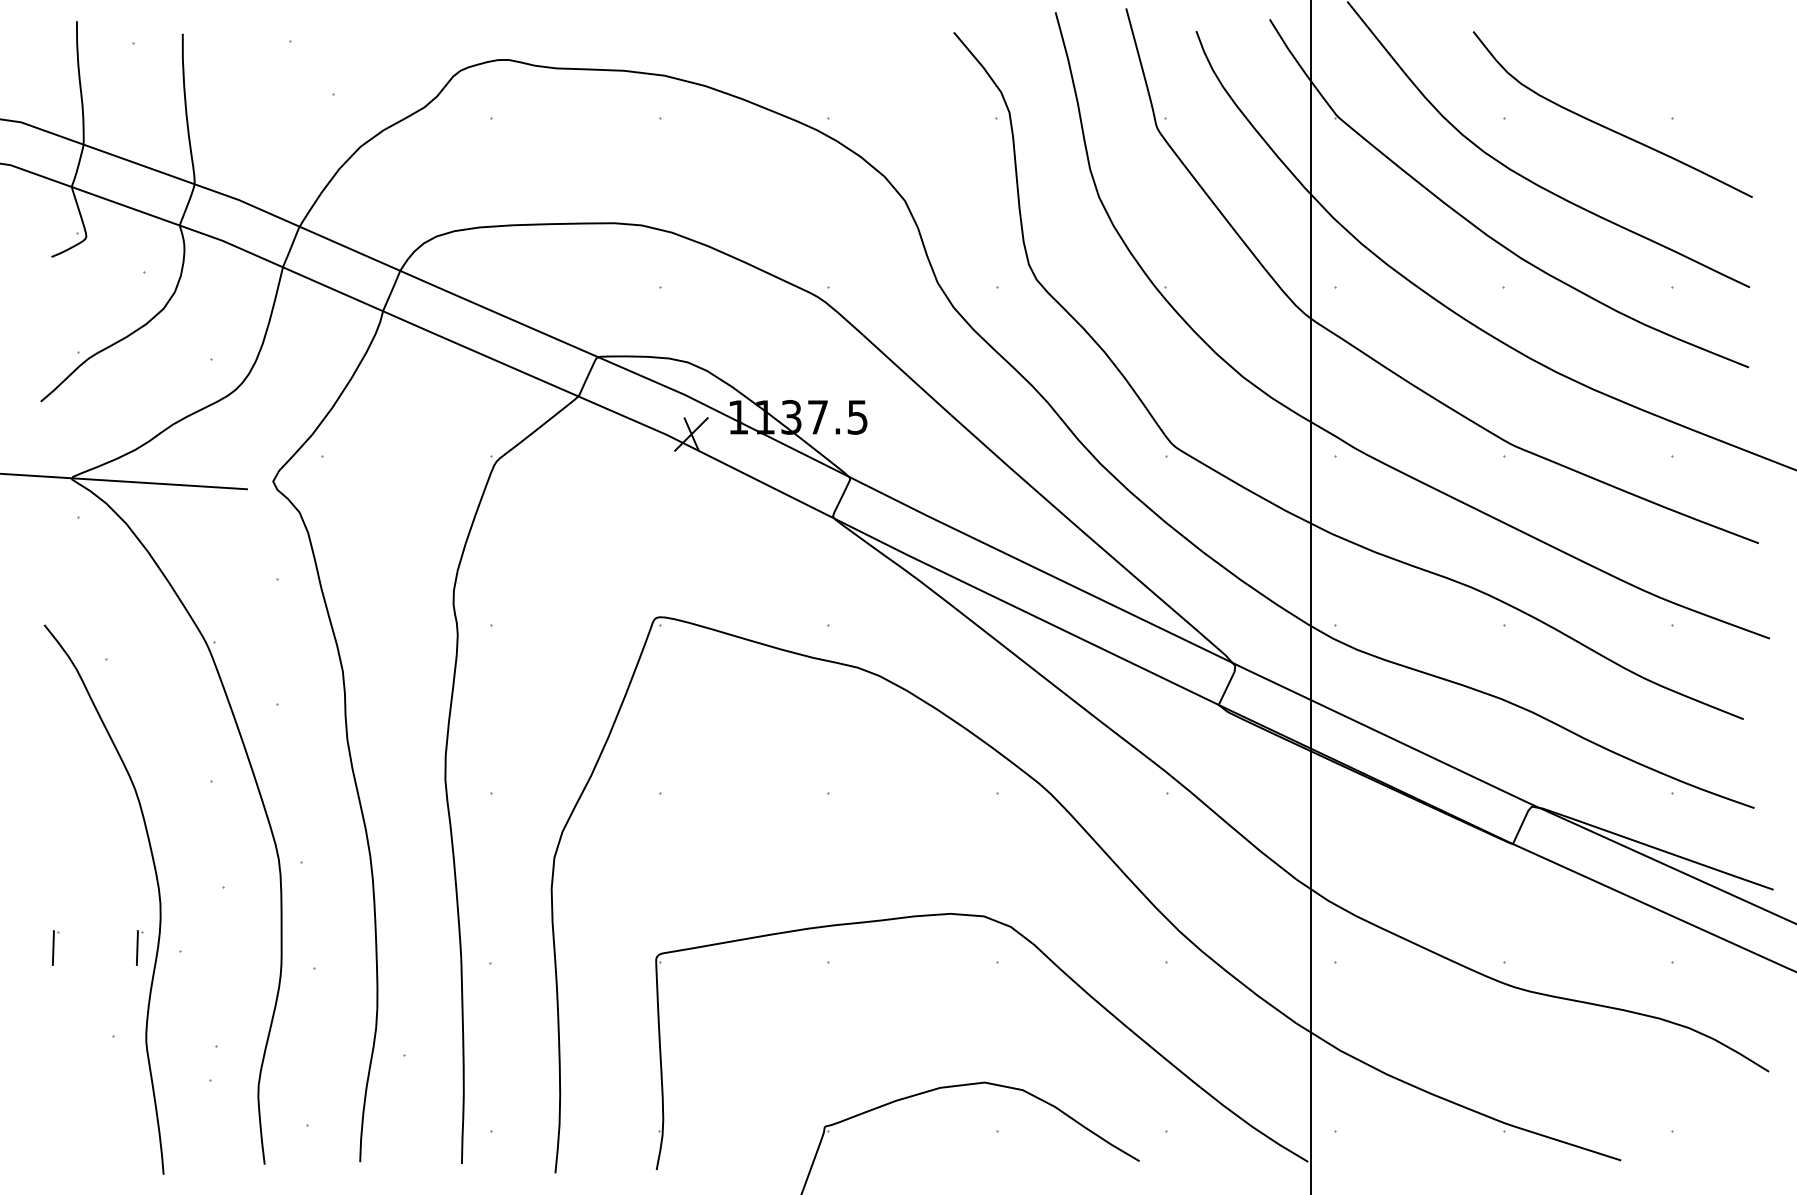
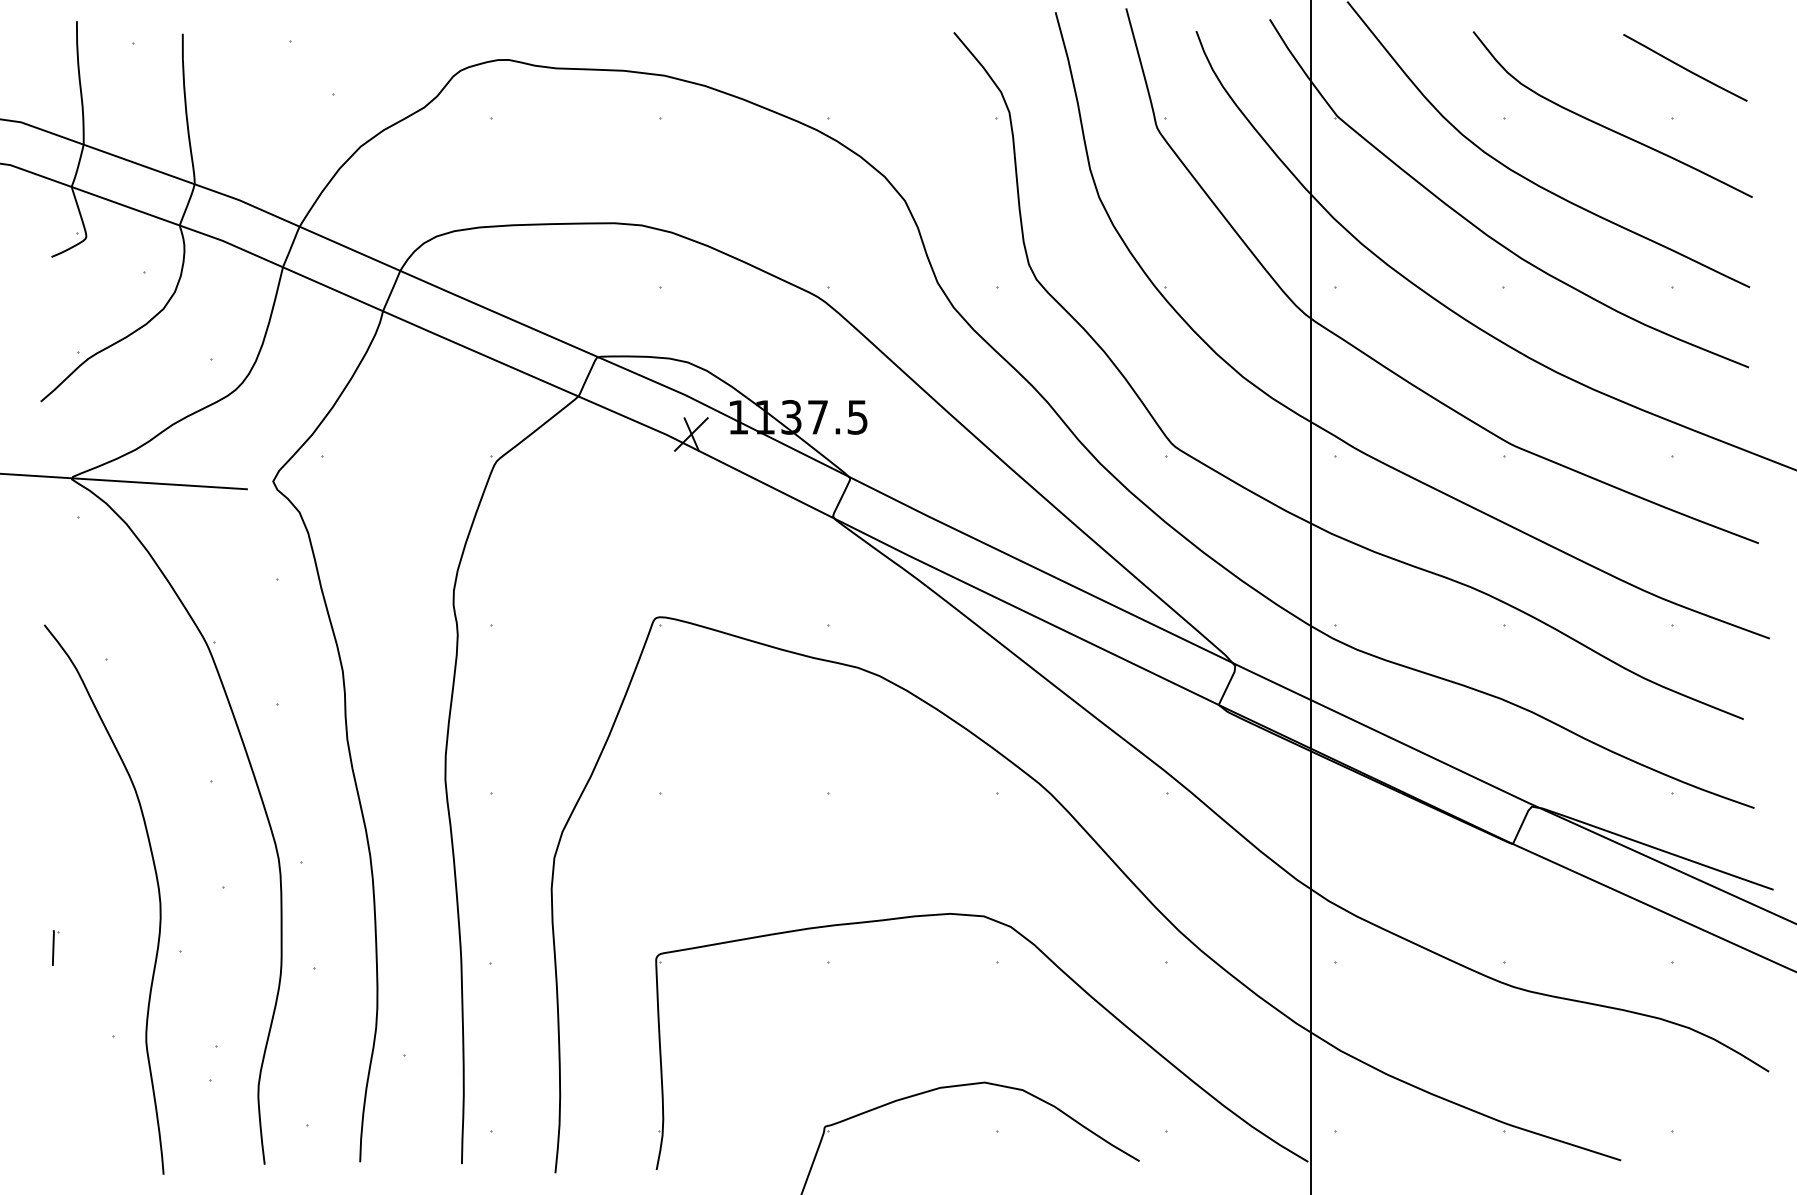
curve at (1685, 67): none -> present
part at (139, 947): present -> none
